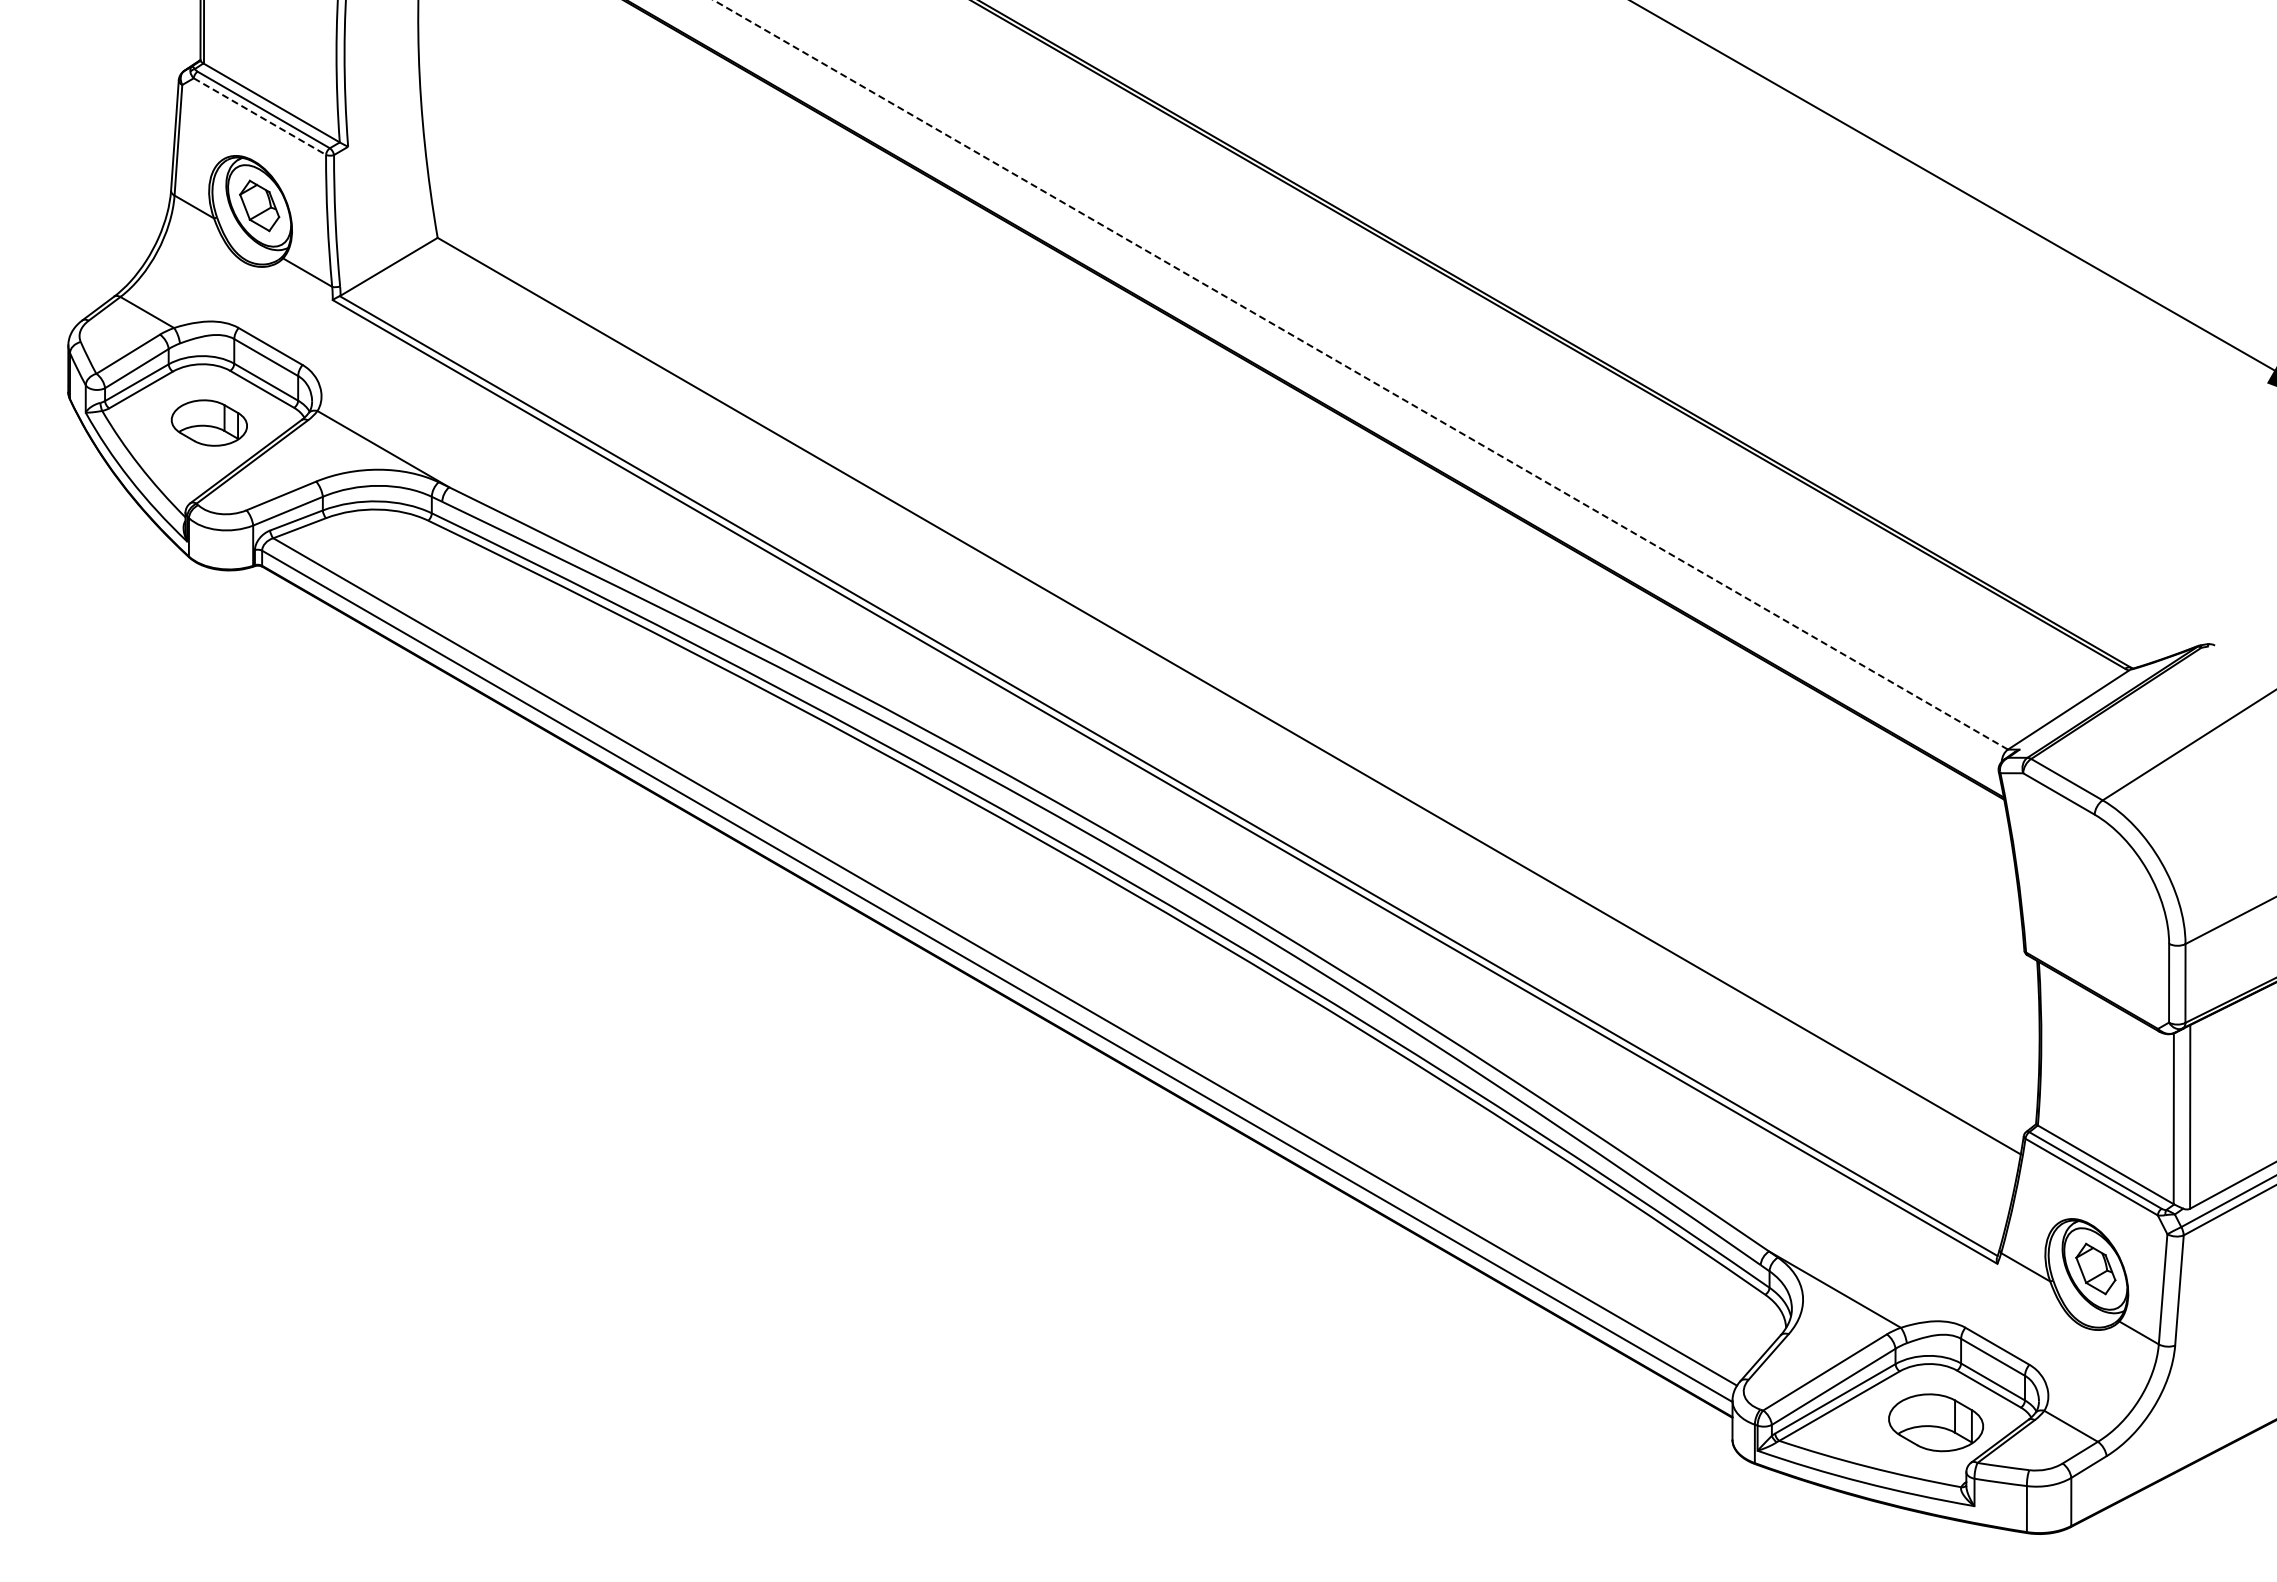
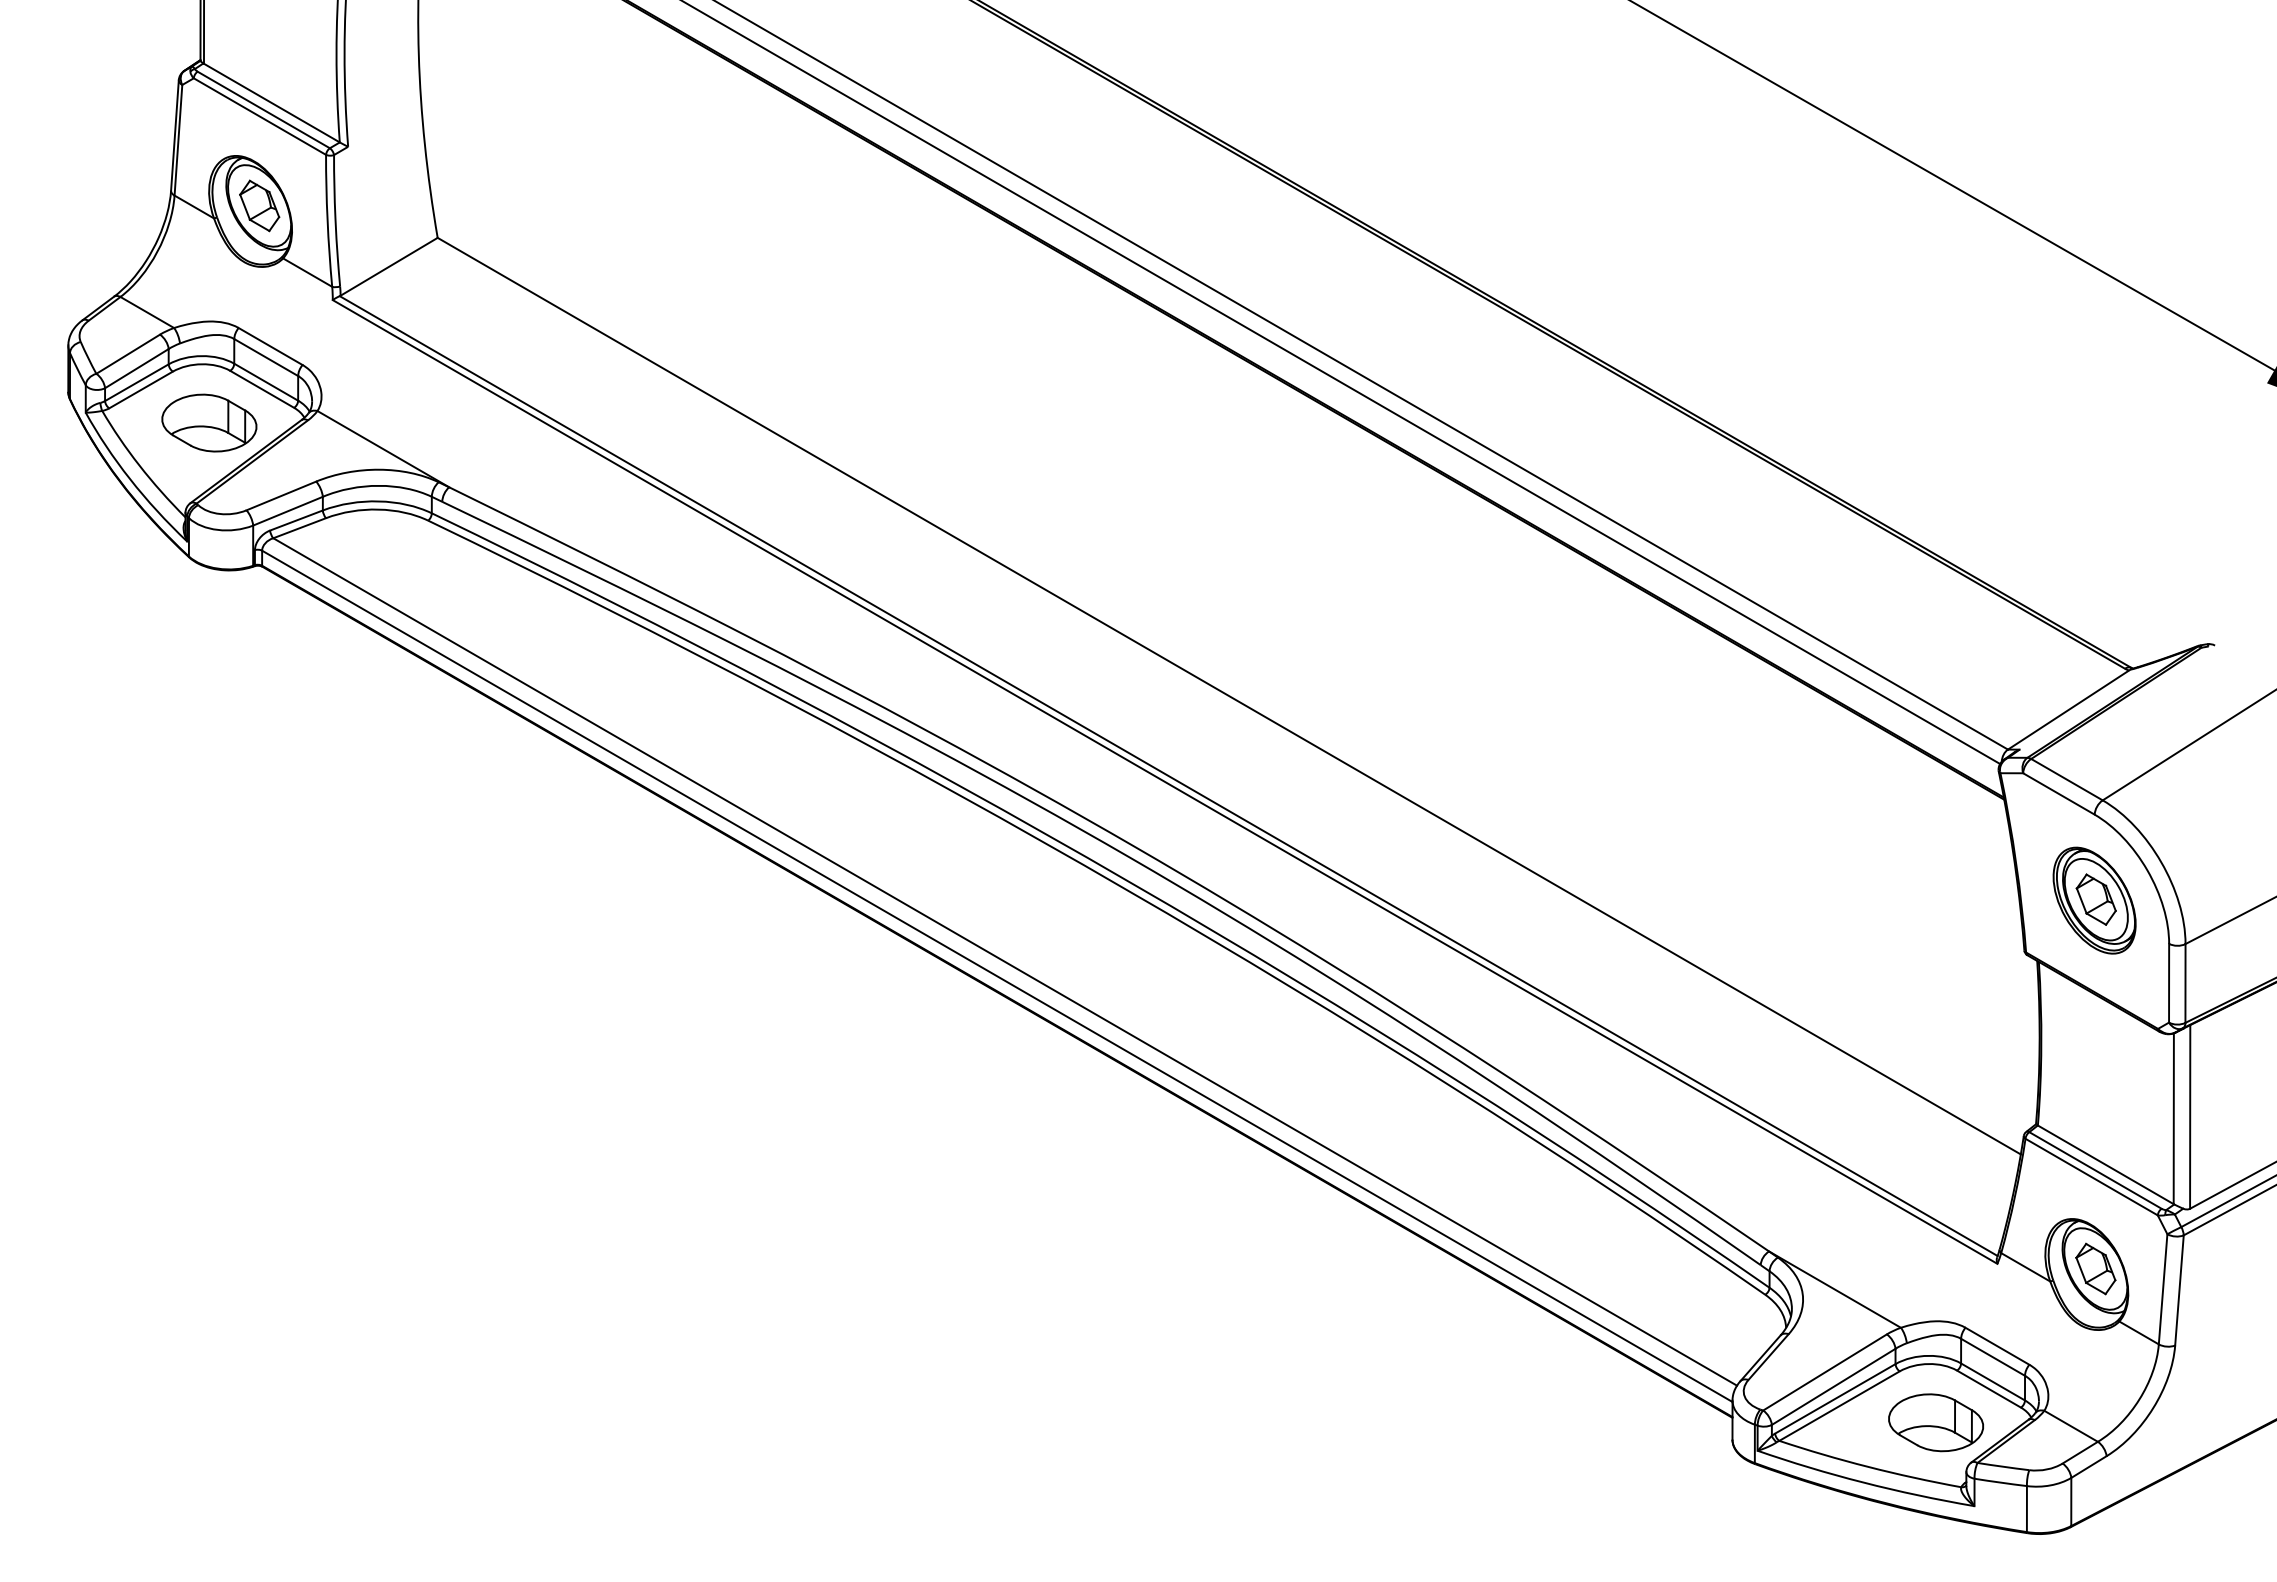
line at (260, 116): dashed -> solid
line at (1360, 374): dashed -> solid
line at (1342, 382): none -> present
part at (208, 422) size: 78x48 px -> 97x60 px
part at (2094, 900): none -> present
